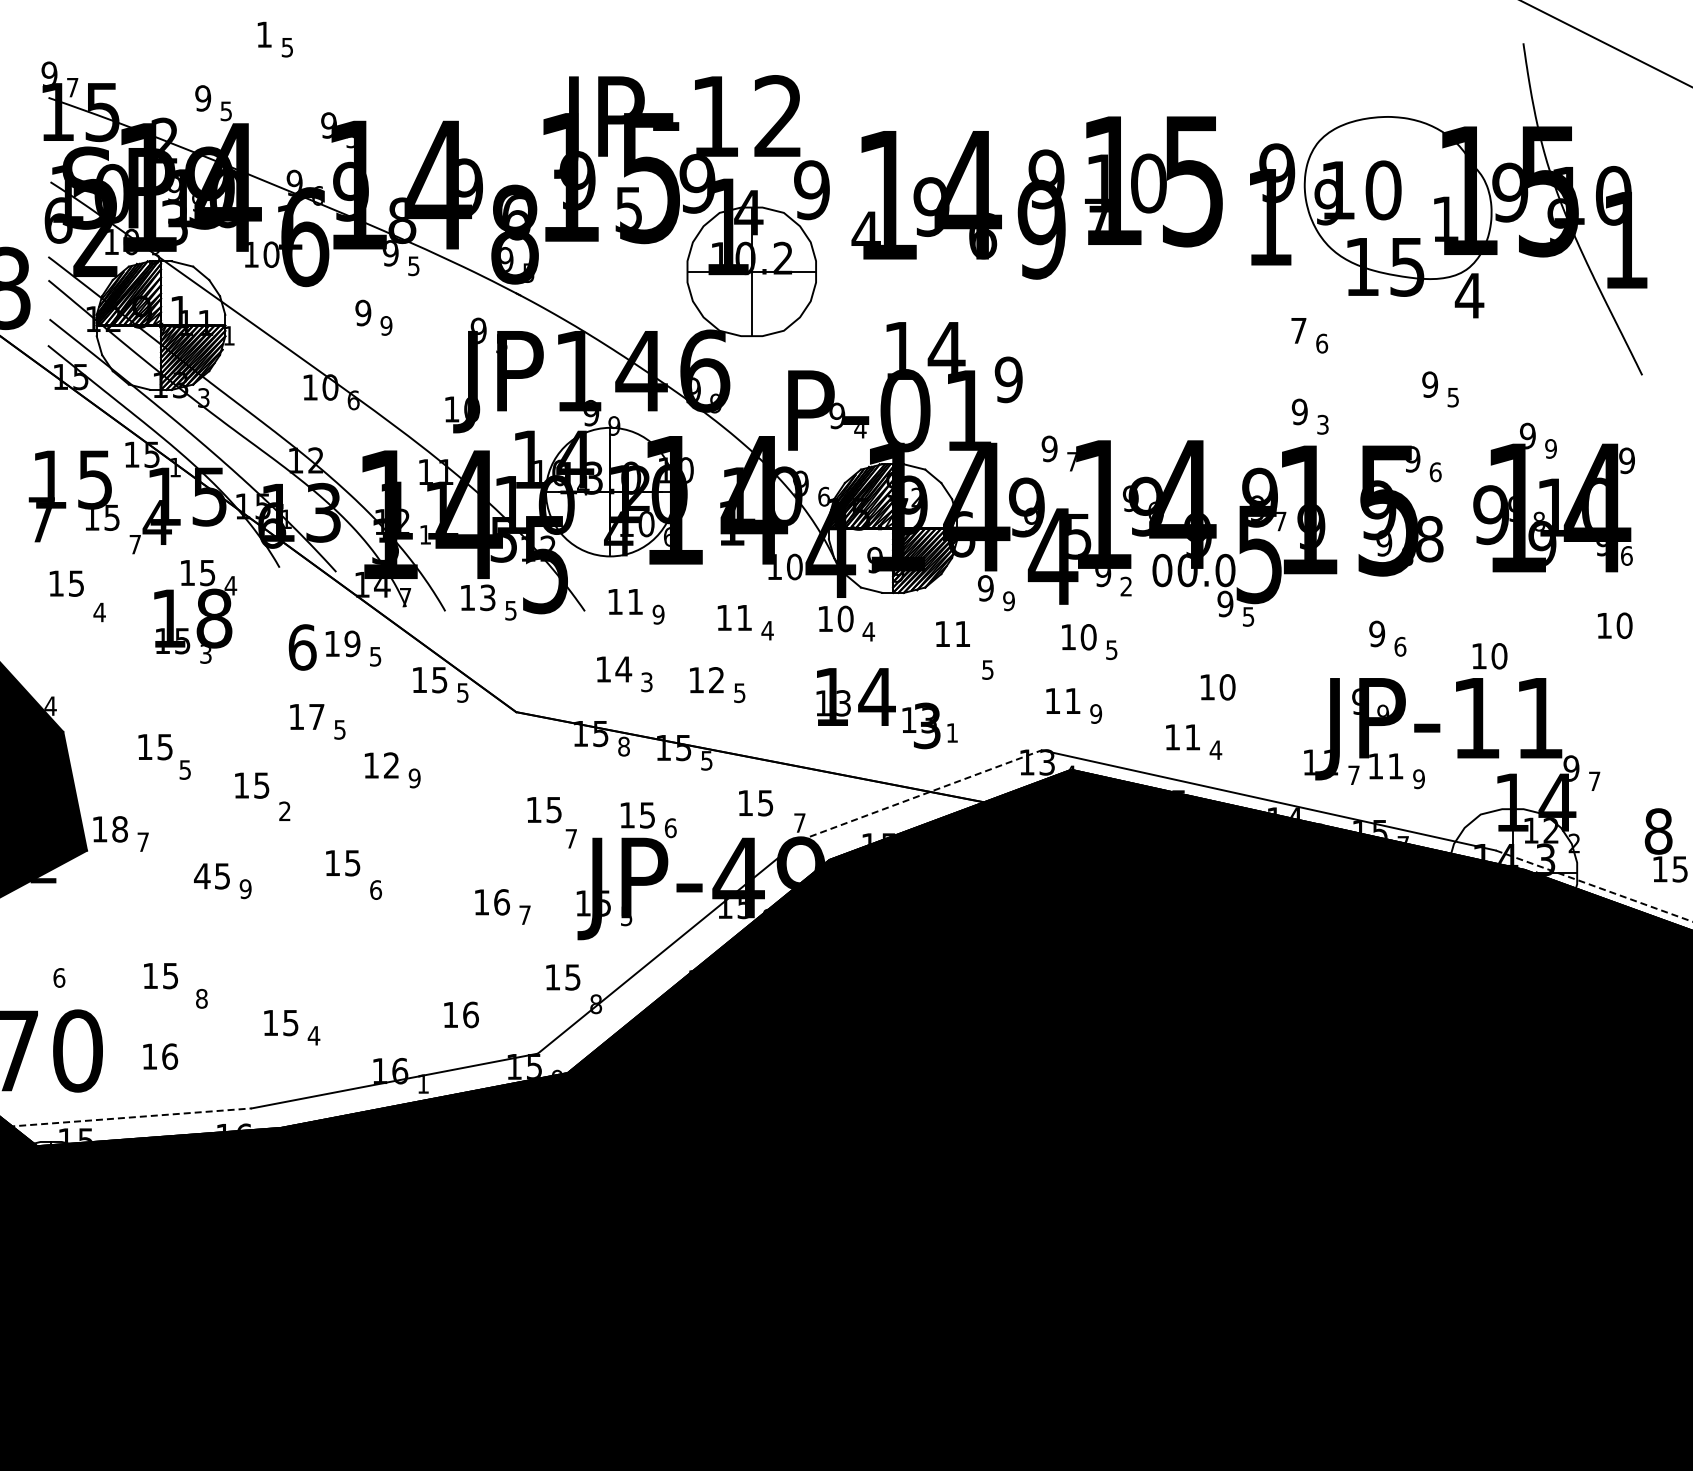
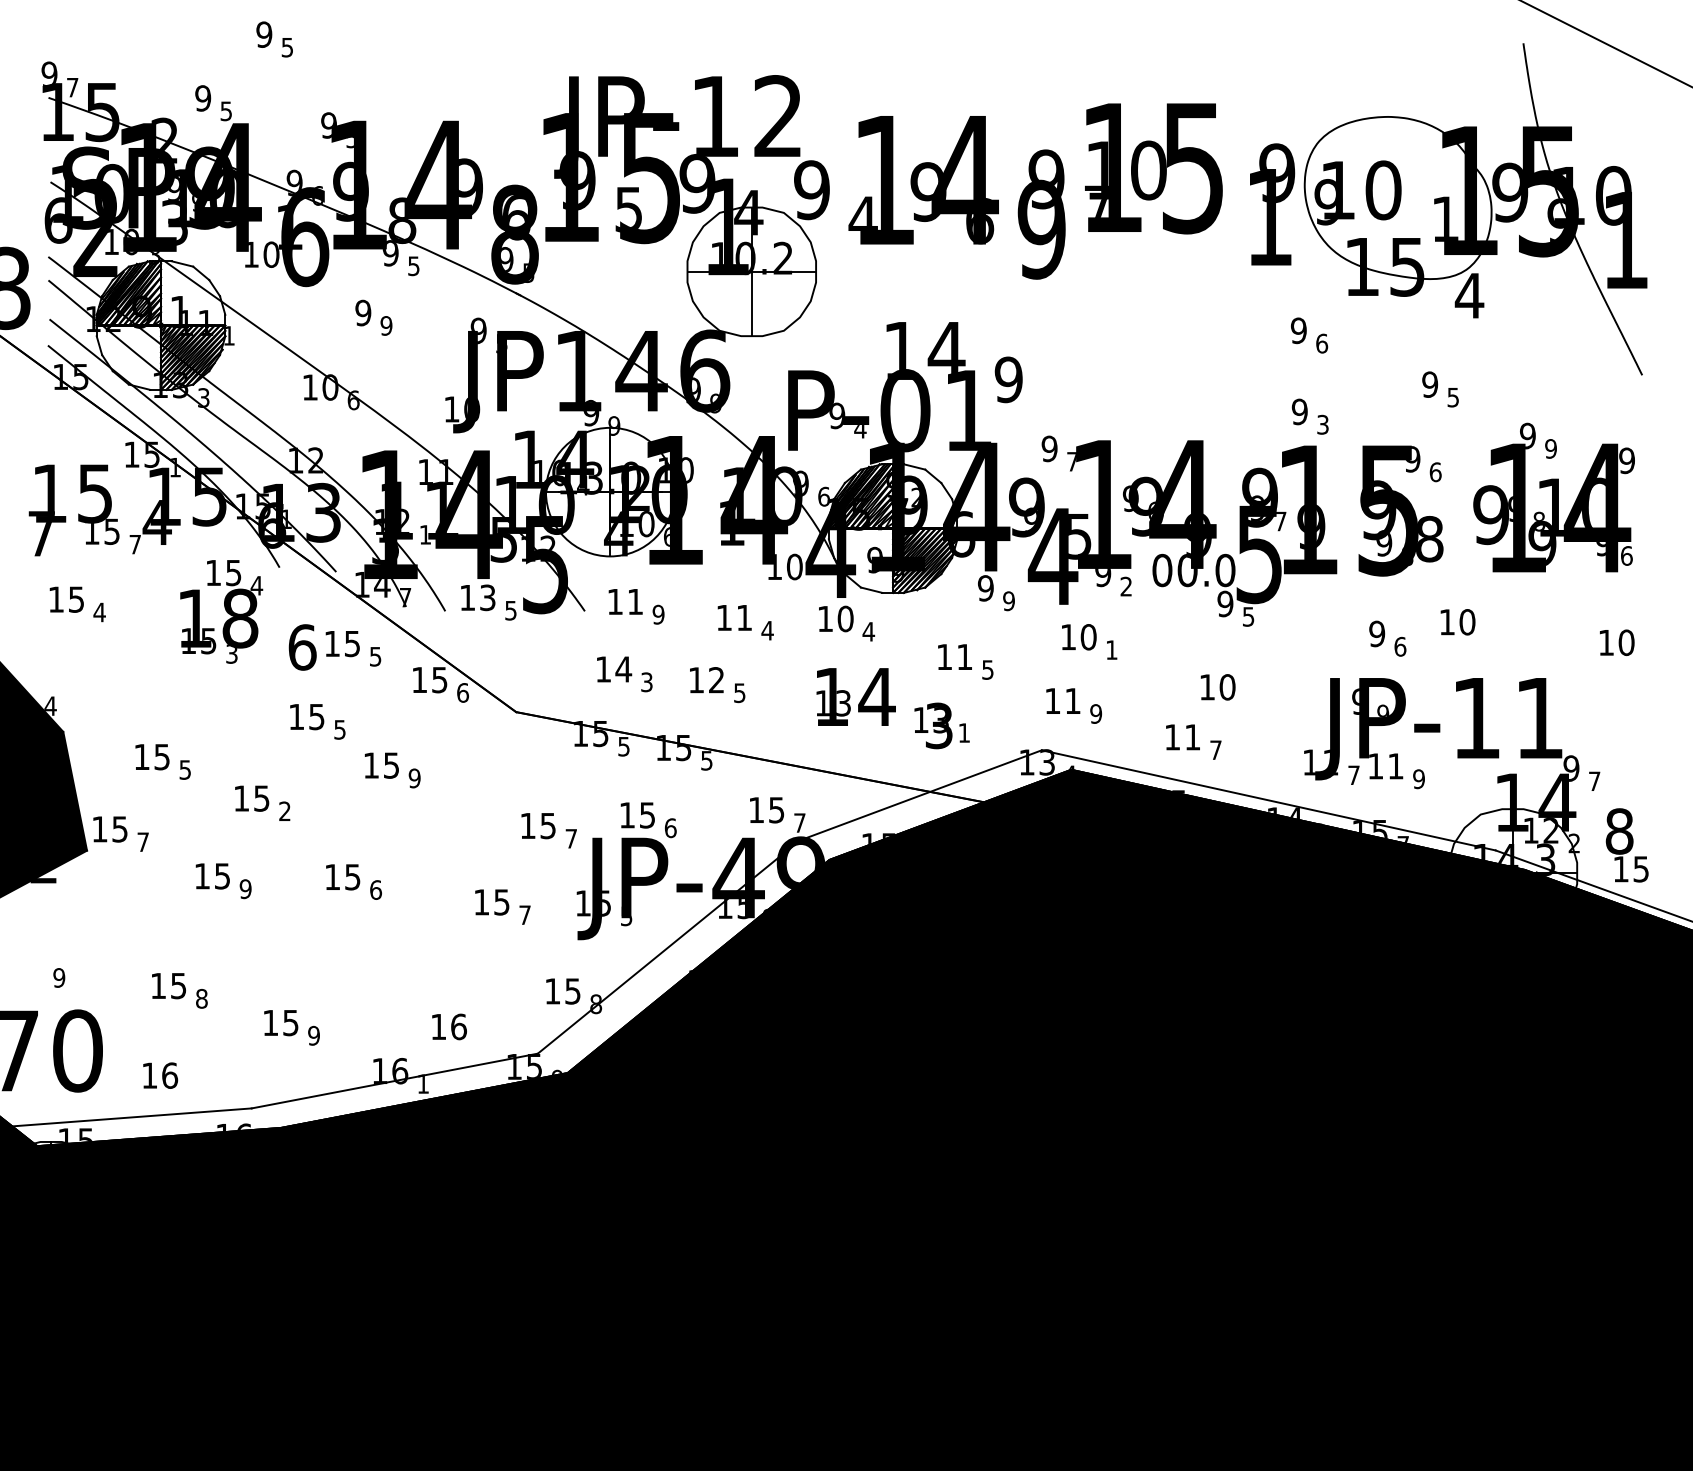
text at (264, 34): 1 -> 9
text at (1153, 181) position: (1153, 181) -> (1153, 168)
text at (926, 195) position: (926, 195) -> (923, 180)
text at (1298, 330): 7 -> 9
text at (73, 496) position: (73, 496) -> (73, 510)
text at (66, 583) position: (66, 583) -> (66, 599)
text at (195, 611) position: (195, 611) -> (221, 611)
text at (1615, 625) position: (1615, 625) -> (1617, 642)
text at (952, 633) position: (952, 633) -> (954, 656)
text at (352, 643): 19 -> 15
text at (1111, 650): 5 -> 1
text at (1489, 656) position: (1489, 656) -> (1457, 622)
text at (463, 692): 5 -> 6
text at (316, 717): 17 -> 15
text at (929, 725) position: (929, 725) -> (941, 725)
text at (623, 746): 8 -> 5
text at (155, 747) position: (155, 747) -> (152, 757)
text at (1215, 749): 4 -> 7
text at (391, 765): 12 -> 15
text at (252, 785) position: (252, 785) -> (252, 798)
line at (921, 795): dashed -> solid
text at (756, 803) position: (756, 803) -> (767, 810)
text at (544, 810) position: (544, 810) -> (538, 826)
text at (119, 829): 18 -> 15
text at (1665, 845) position: (1665, 845) -> (1626, 845)
text at (343, 863) position: (343, 863) -> (343, 877)
text at (202, 876): 45 -> 15
line at (1594, 886): dashed -> solid
text at (501, 902): 16 -> 15
text at (160, 976) position: (160, 976) -> (168, 986)
text at (59, 977): 6 -> 9
text at (563, 977) position: (563, 977) -> (563, 991)
text at (461, 1014) position: (461, 1014) -> (449, 1026)
text at (313, 1035): 4 -> 9
text at (160, 1056) position: (160, 1056) -> (160, 1075)
line at (130, 1117): dashed -> solid
